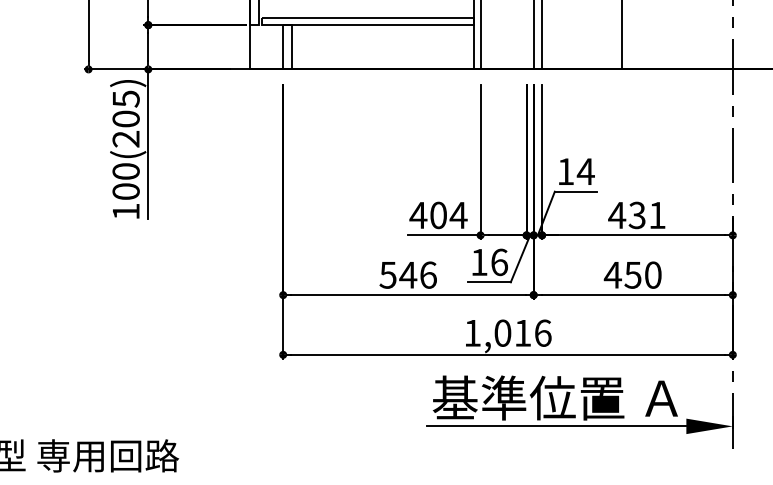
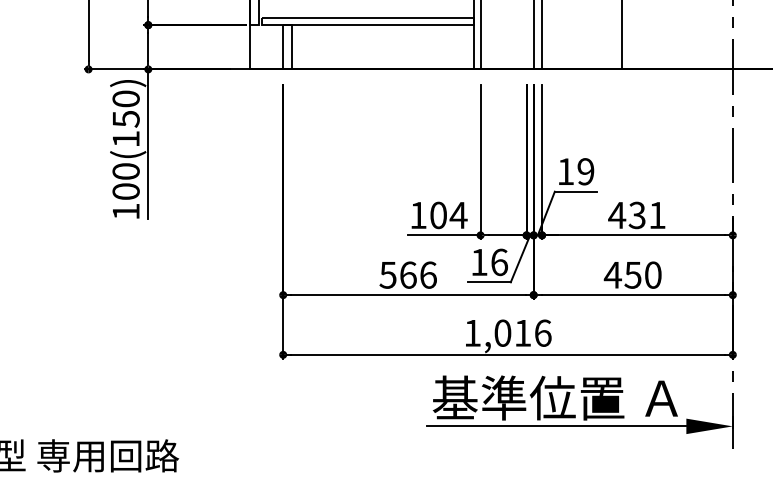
text at (125, 118): 100(205) -> 100(150)
text at (585, 171): 14 -> 19
text at (418, 215): 404 -> 104
text at (408, 274): 546 -> 566
